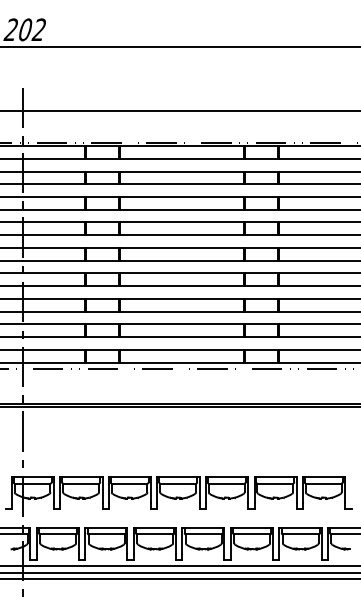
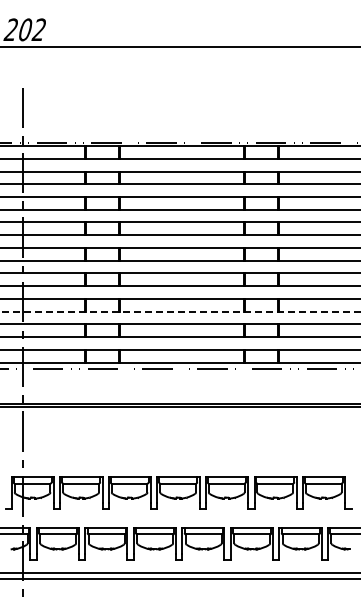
line at (179, 111): present -> none
line at (180, 311): solid -> dashed
line at (179, 566): present -> none
